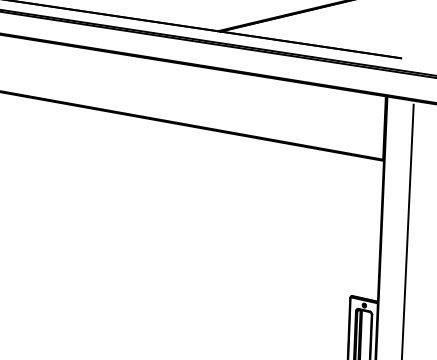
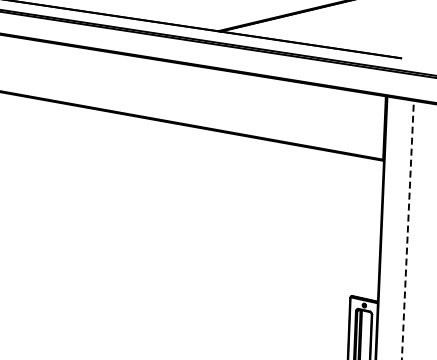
line at (407, 232): solid -> dashed
